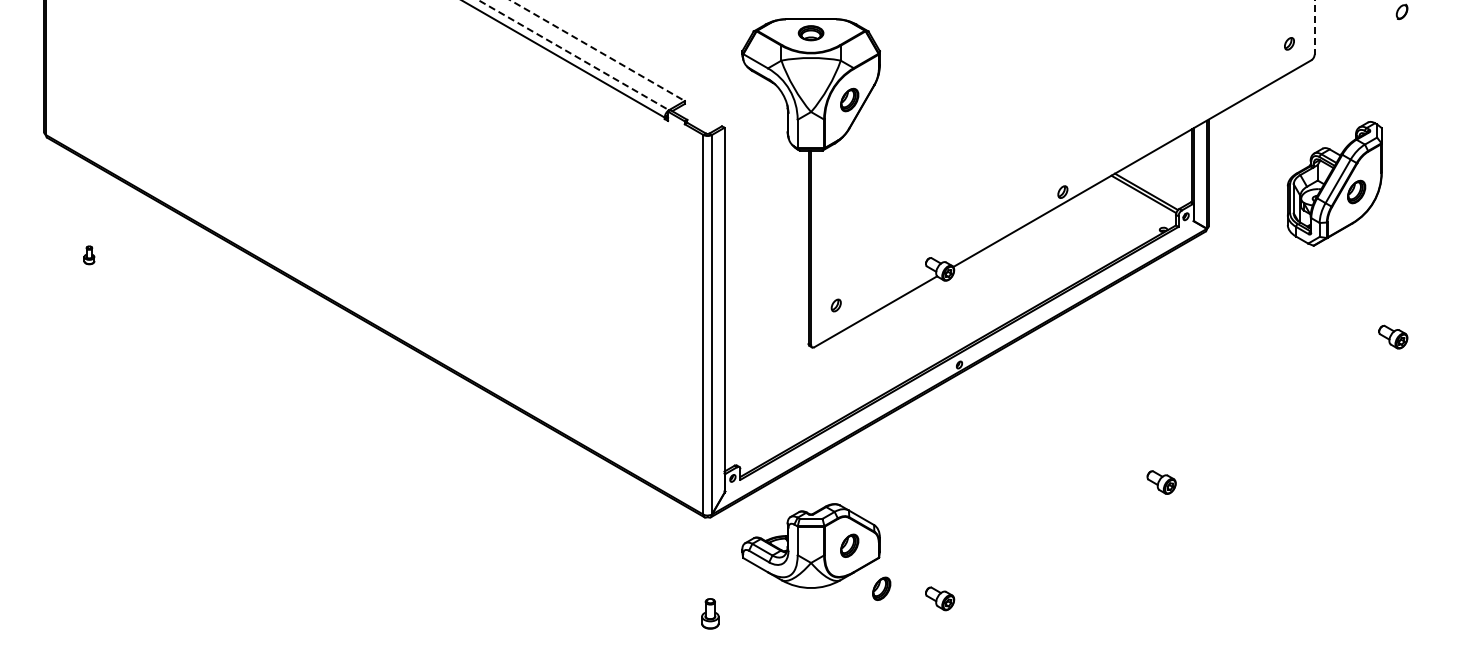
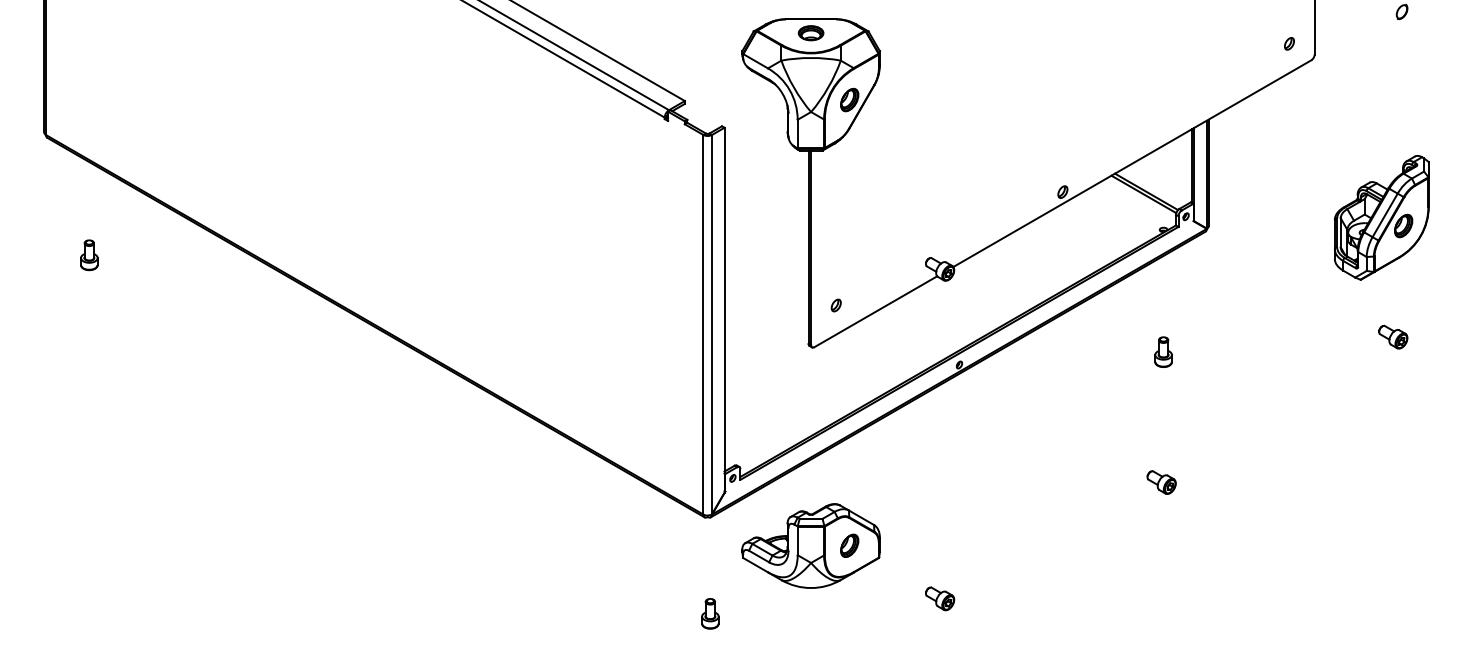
line at (1314, 27): dashed -> solid
line at (597, 50): dashed -> solid
line at (573, 55): dashed -> solid
part at (1334, 183) position: (1334, 183) -> (1381, 217)
part at (89, 255) size: 13x21 px -> 19x33 px
part at (1163, 351): none -> present
part at (881, 588): present -> none
